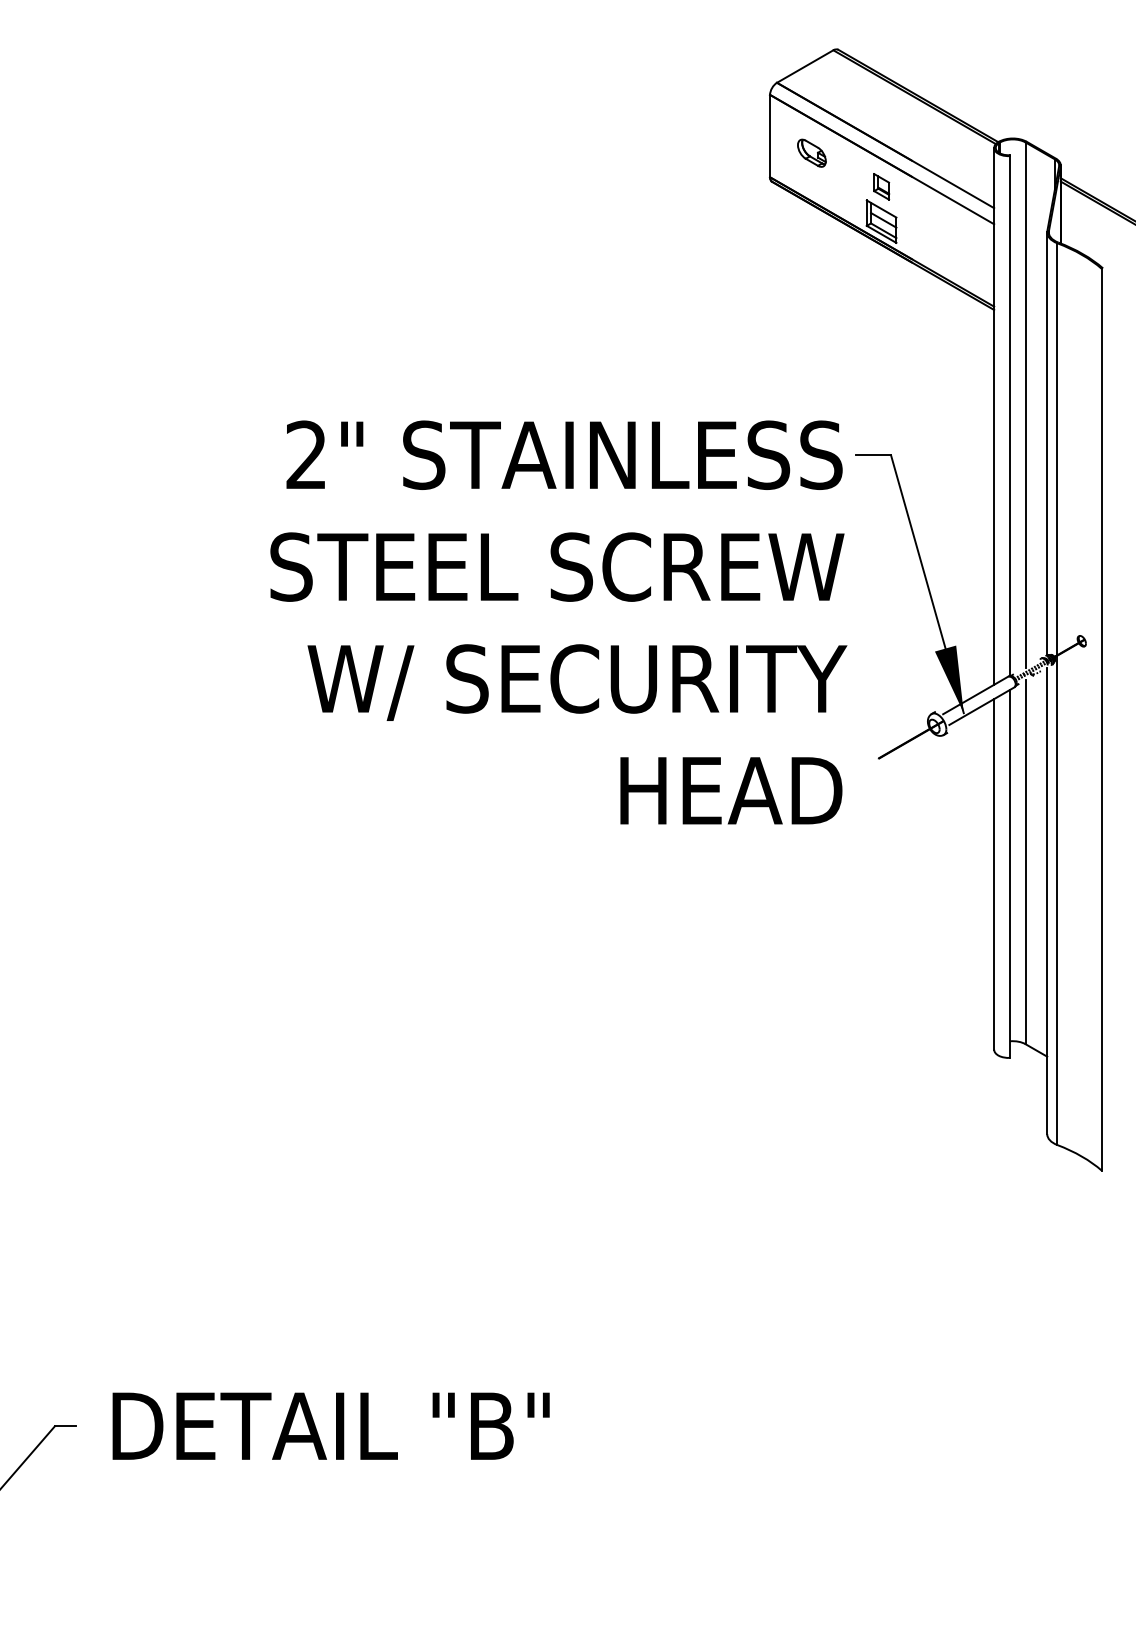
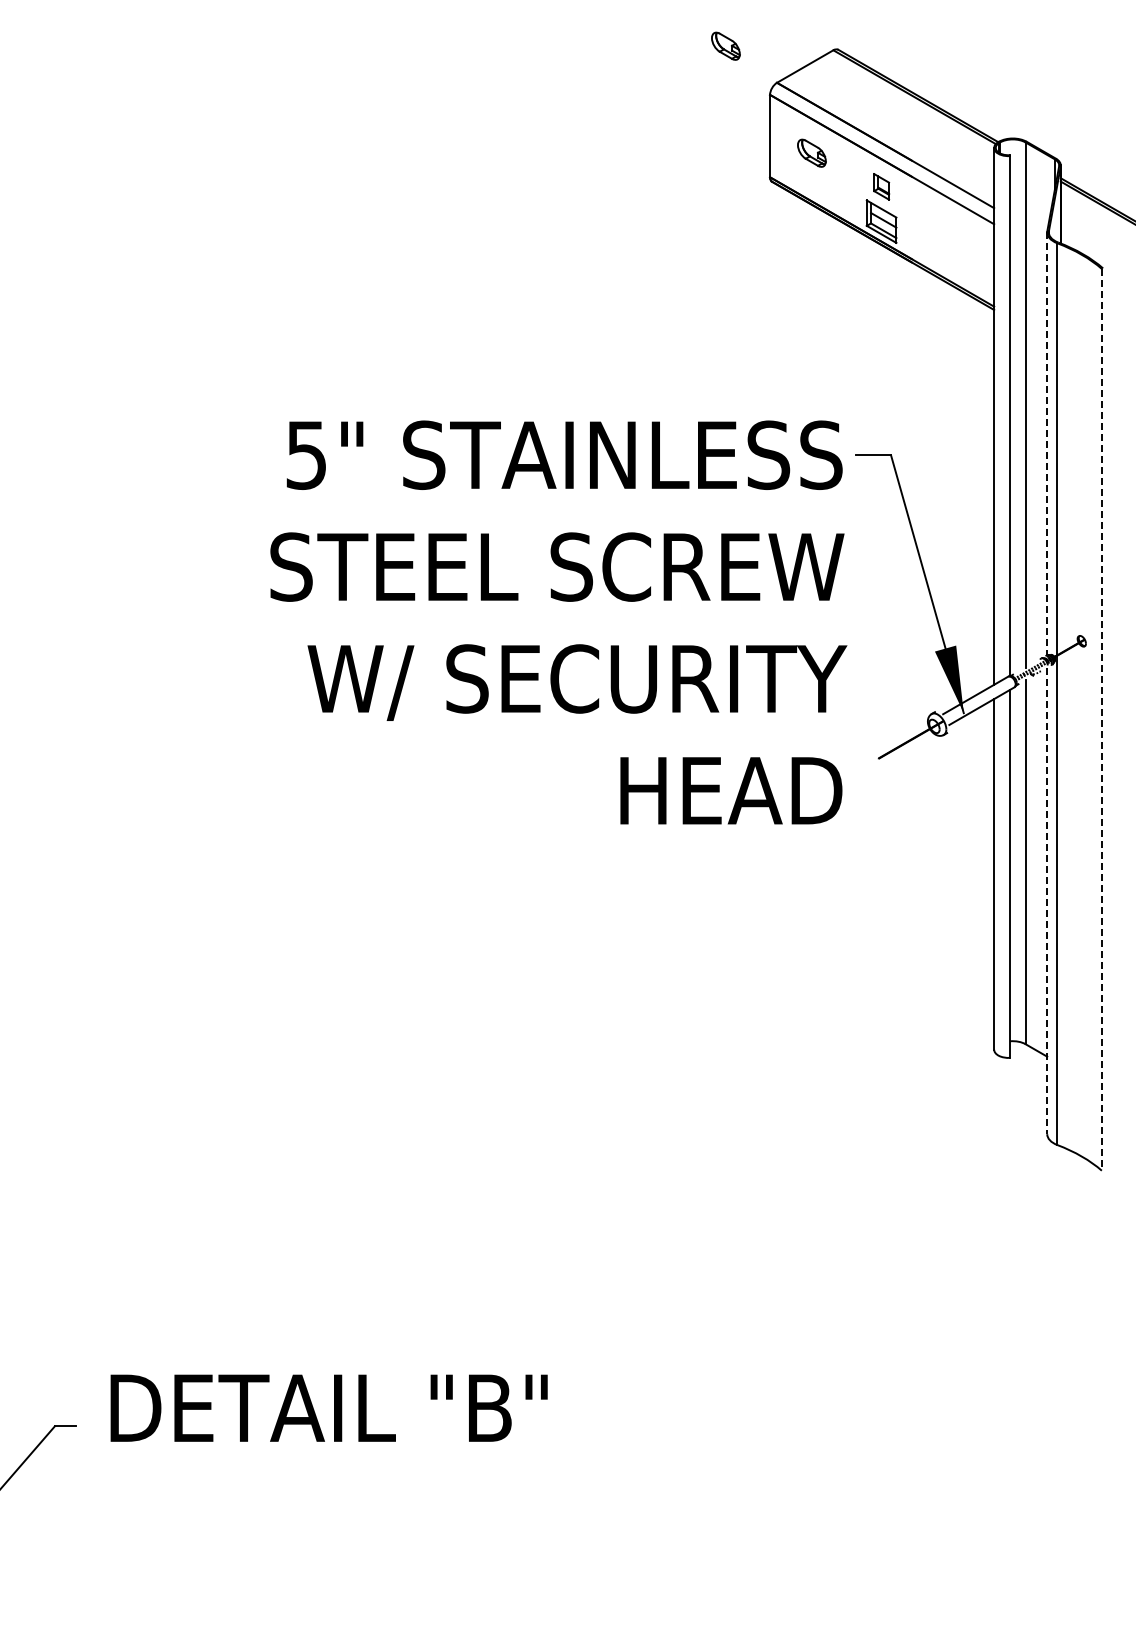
part at (725, 45): none -> present
line at (1047, 444): solid -> dashed
text at (305, 454): 2" -> 5"
line at (1101, 719): solid -> dashed
line at (1047, 901): solid -> dashed
text at (330, 1425) position: (330, 1425) -> (328, 1407)
